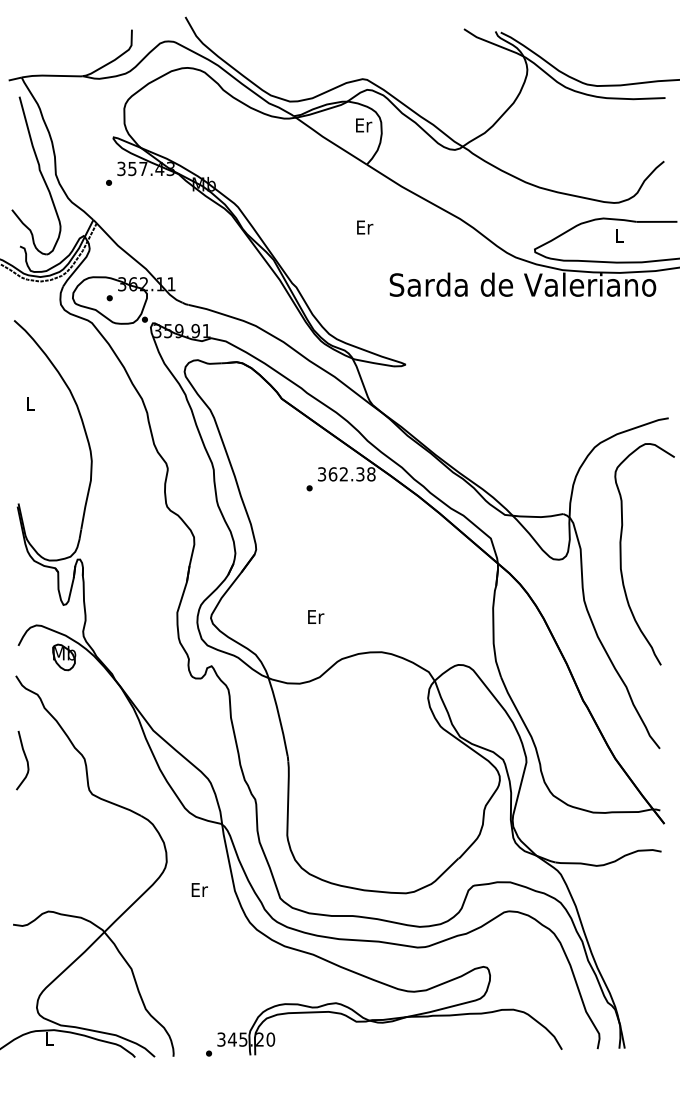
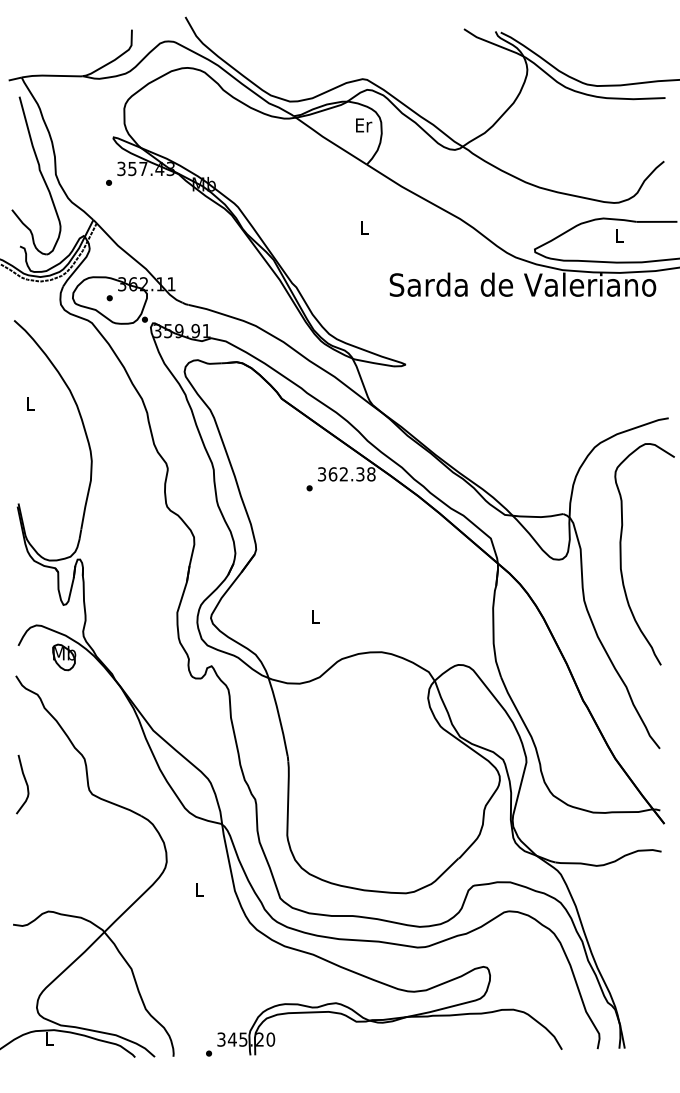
text at (365, 227): Er -> L
text at (316, 616): Er -> L
curve at (25, 759) position: (25, 759) -> (25, 783)
text at (199, 889): Er -> L
